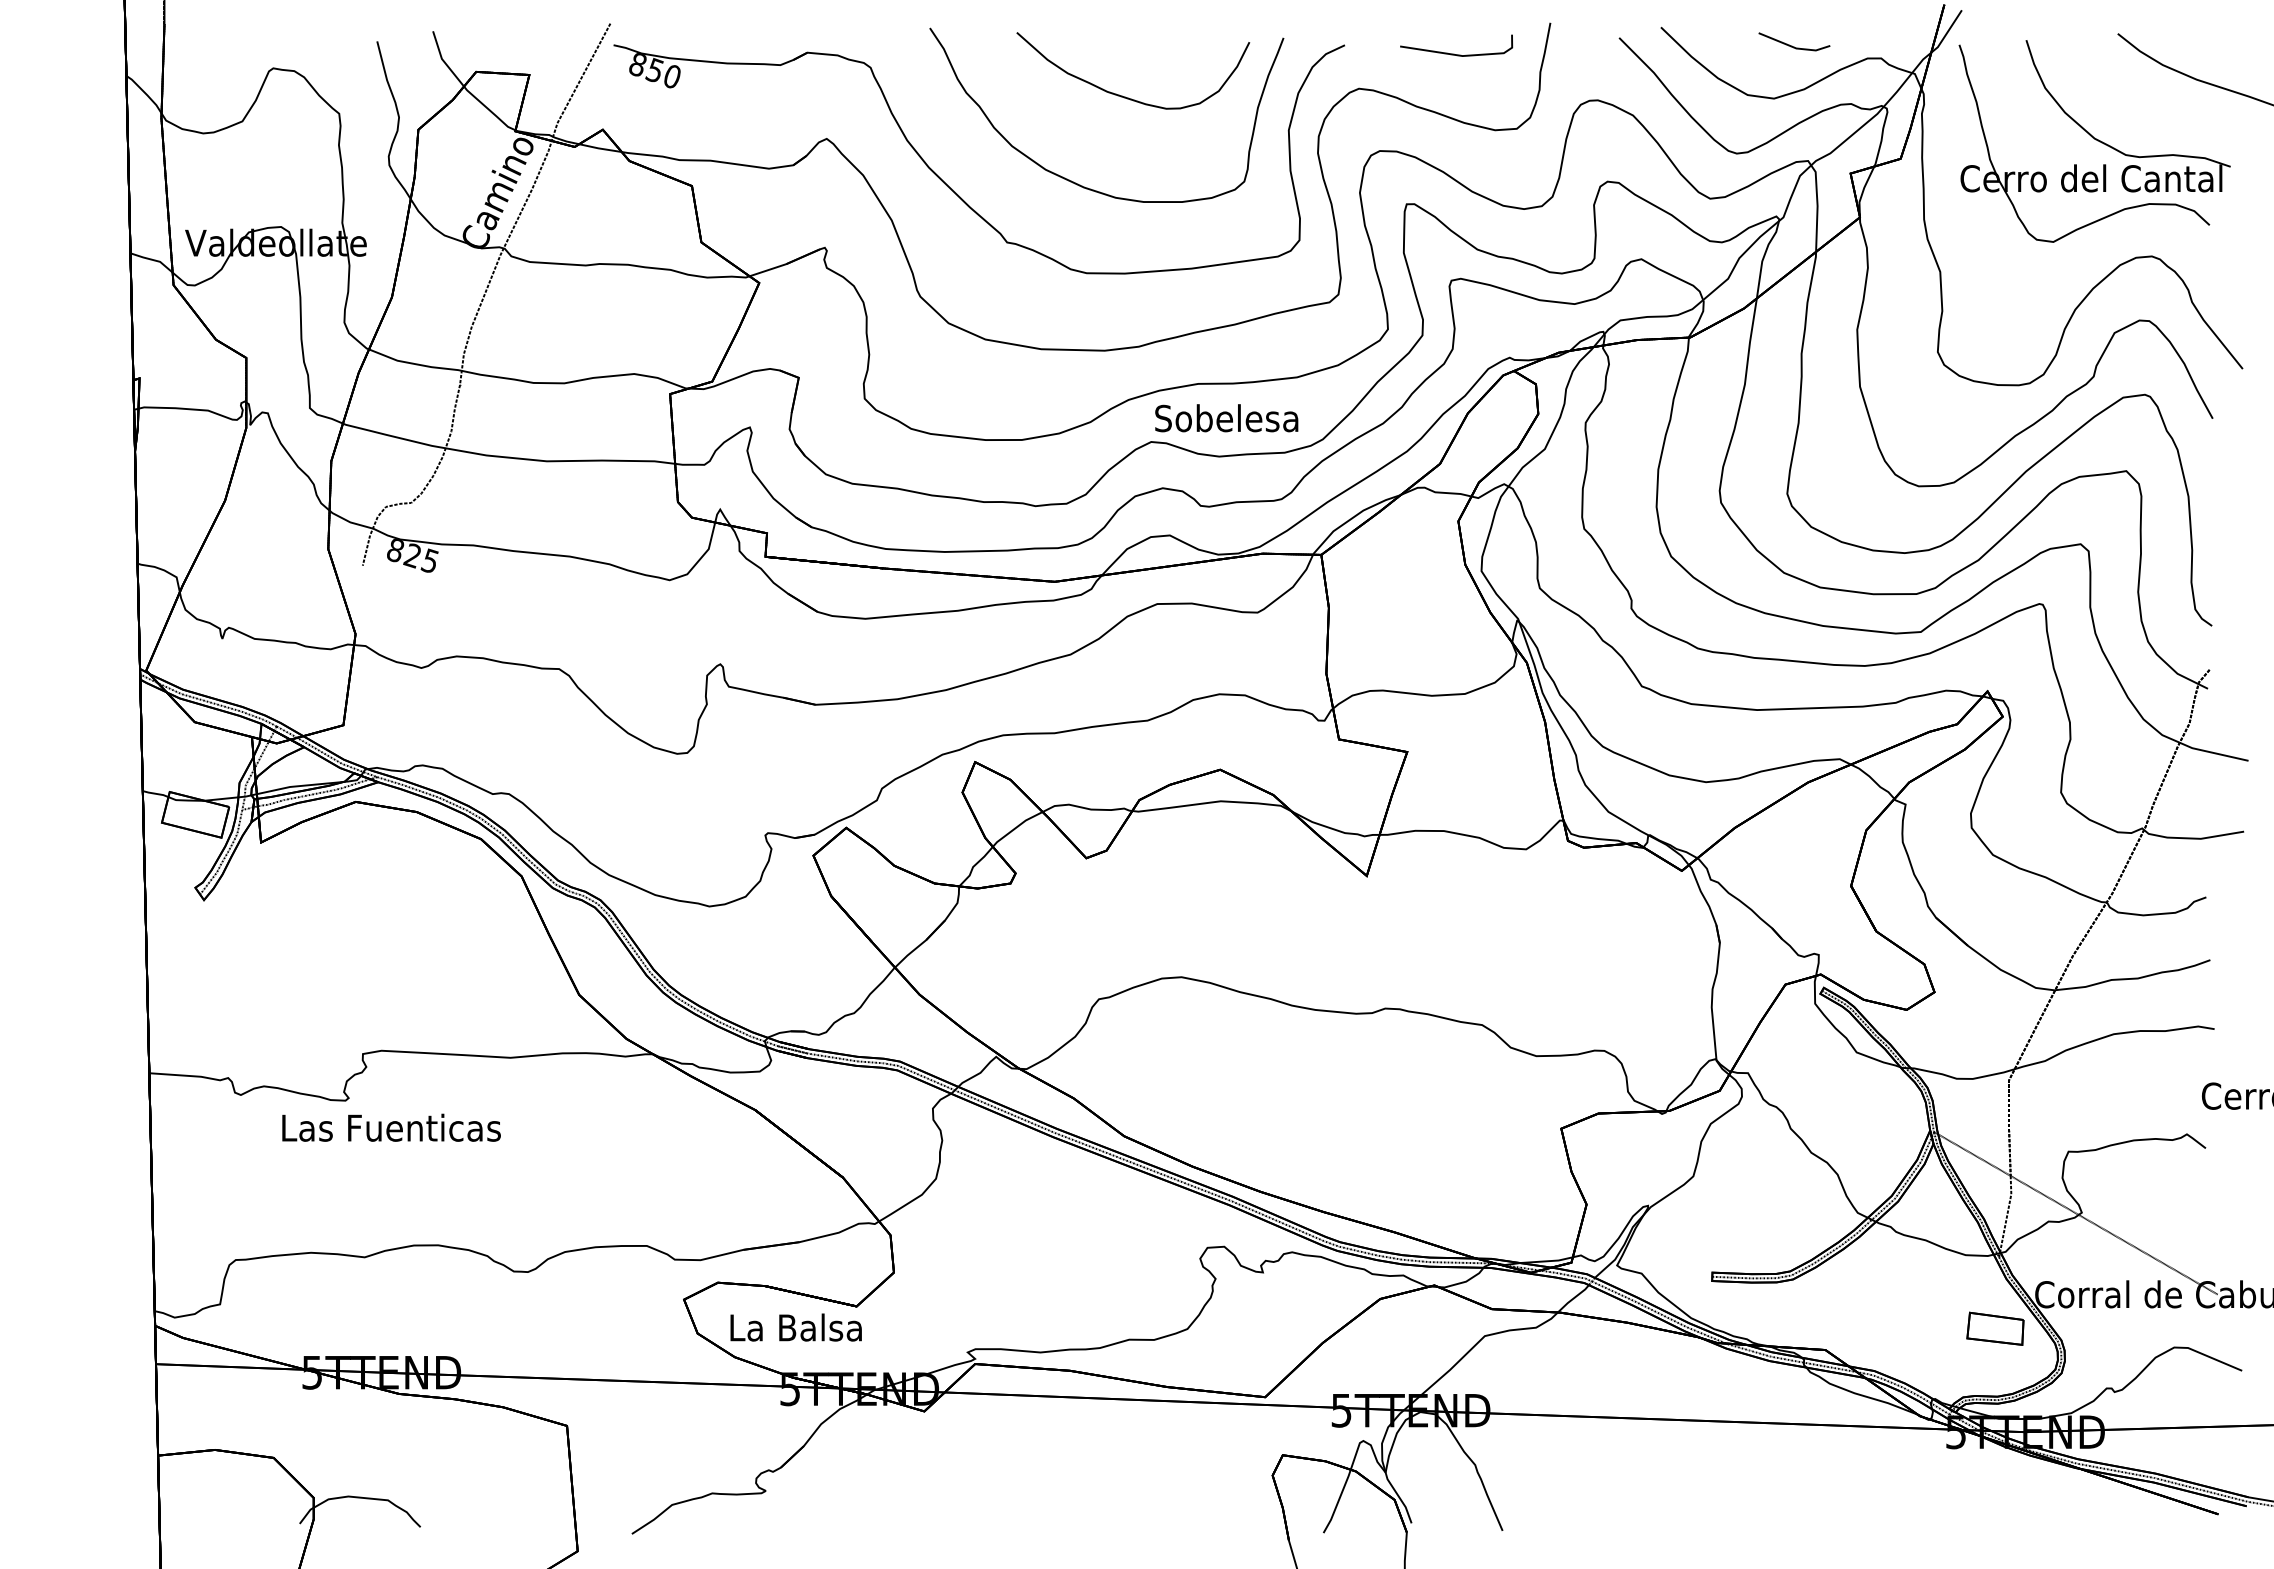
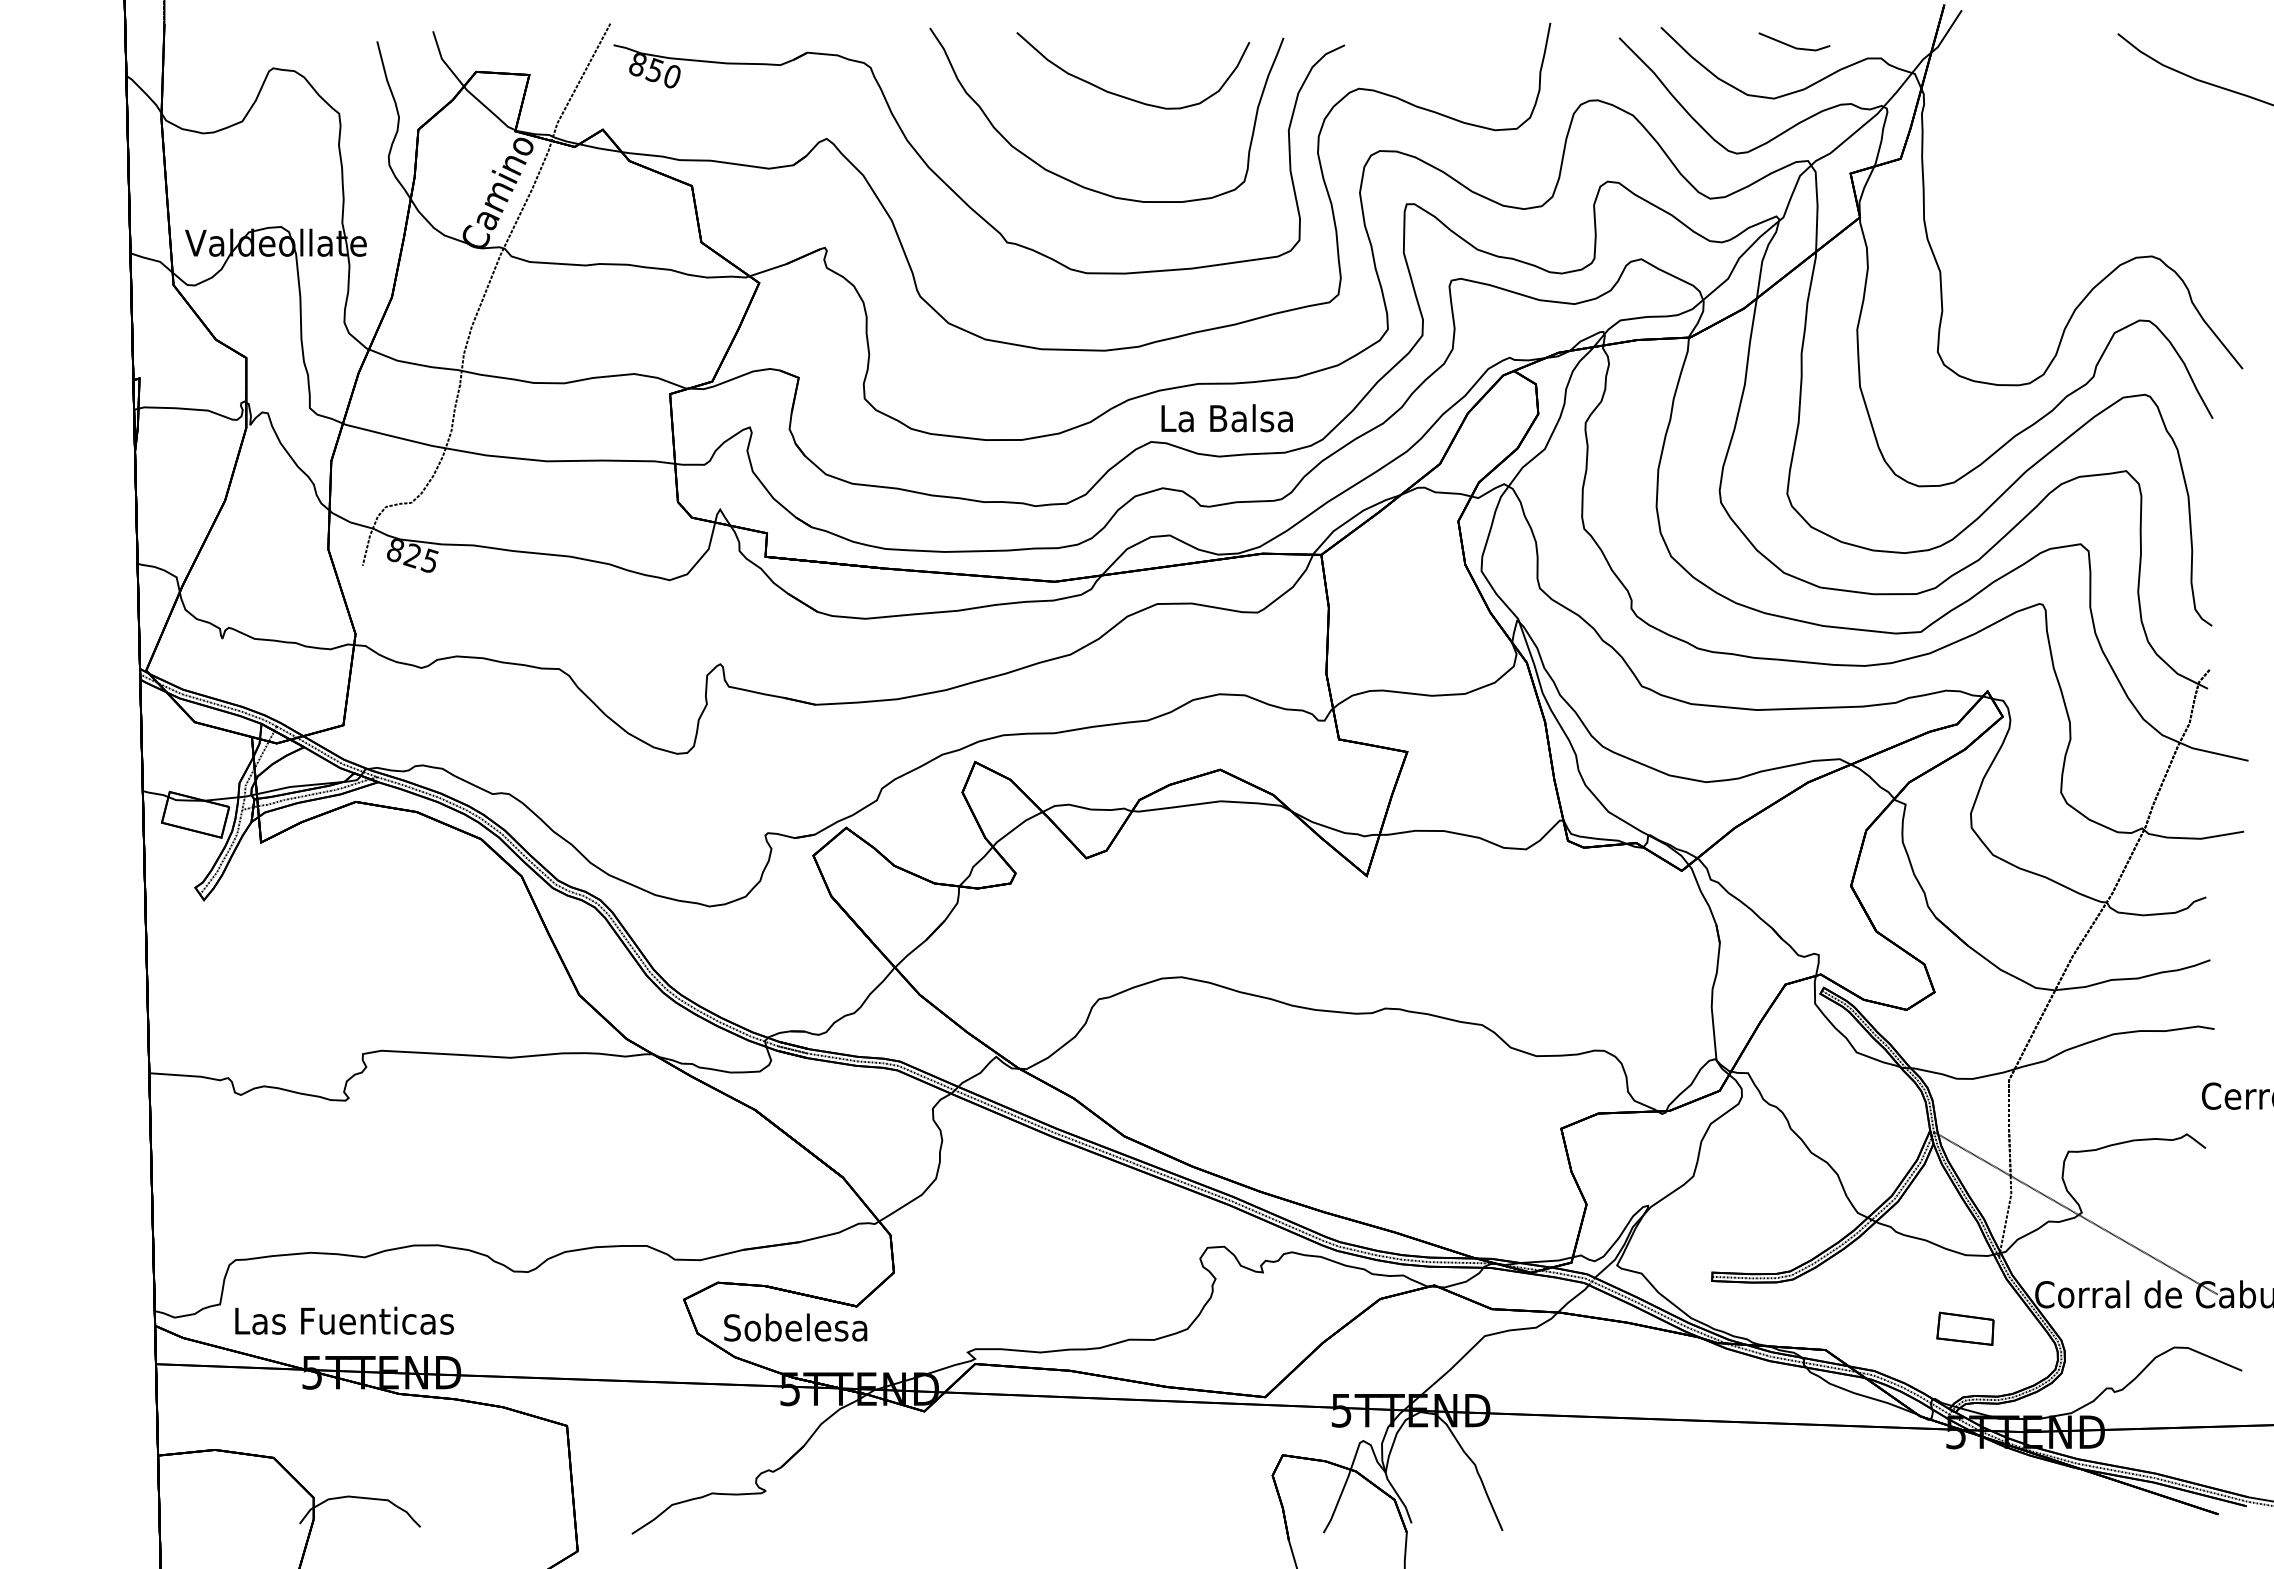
line at (1454, 53): present -> none
part at (2094, 141): present -> none
text at (1226, 418): Sobelesa -> La Balsa
text at (391, 1127) position: (391, 1127) -> (344, 1320)
text at (795, 1327): La Balsa -> Sobelesa
part at (1995, 1328) position: (1995, 1328) -> (1965, 1328)
